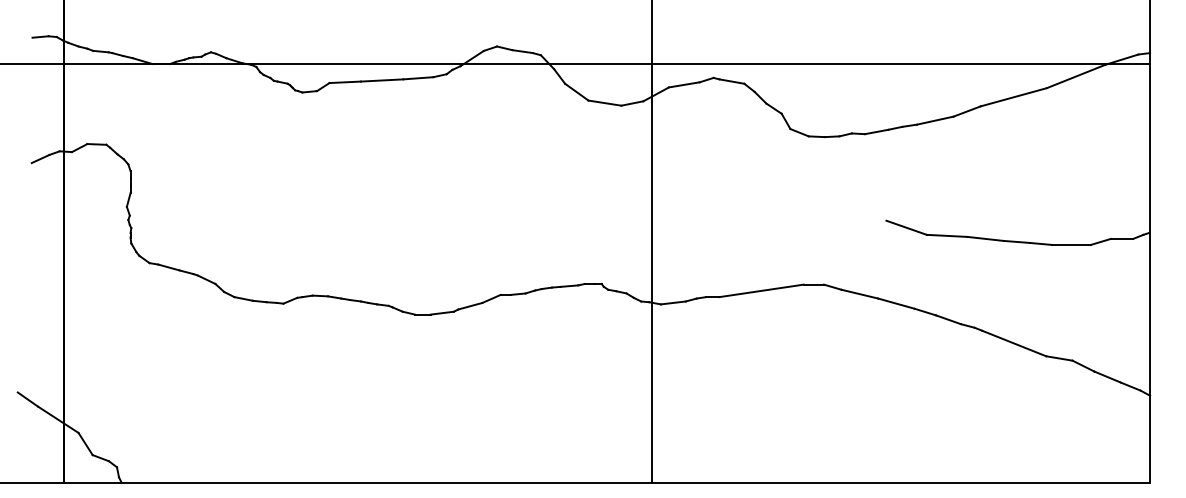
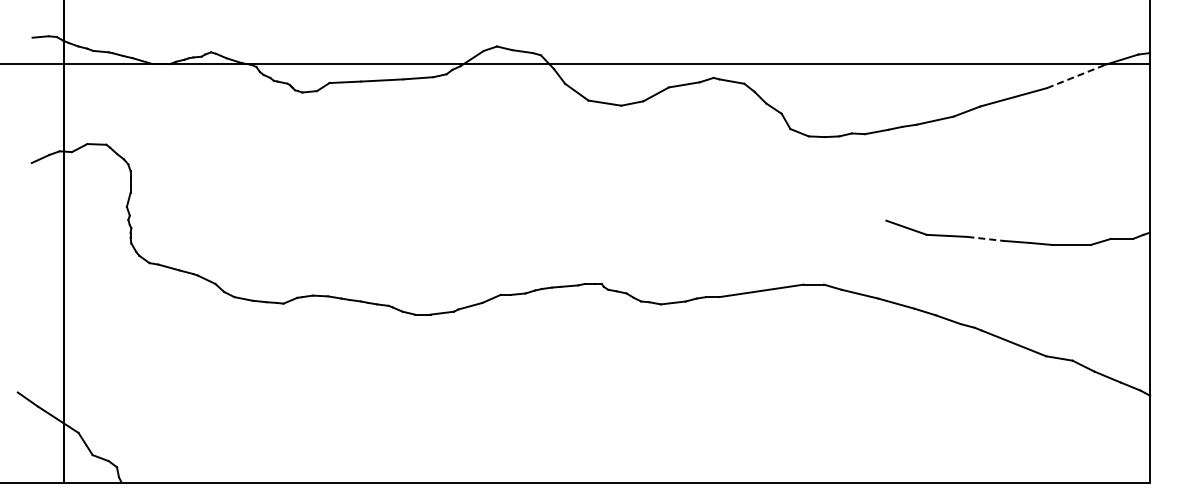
line at (1076, 76): solid -> dashed
line at (986, 238): solid -> dashed
line at (652, 242): present -> none
